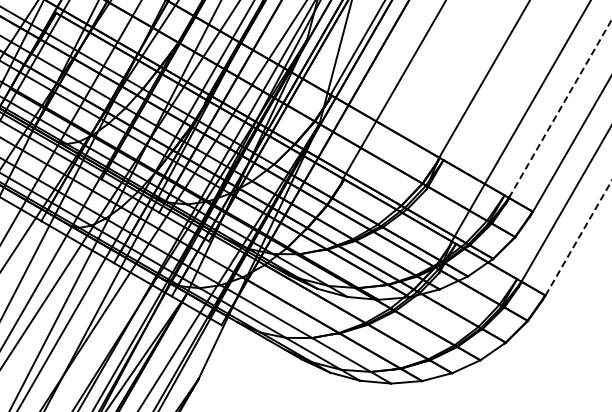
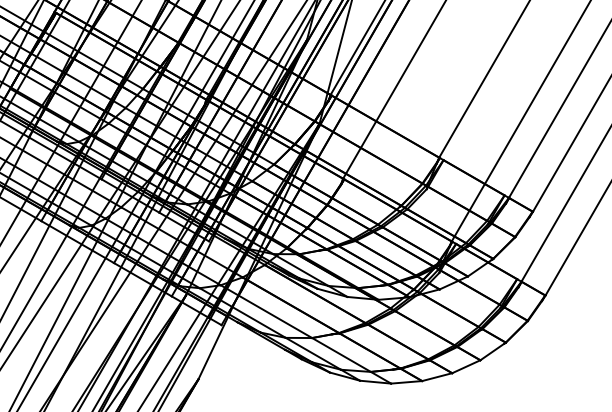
line at (560, 108): dashed -> solid
line at (579, 237): dashed -> solid
